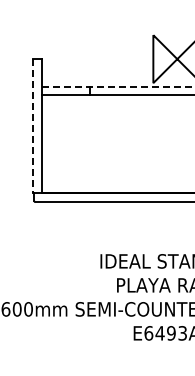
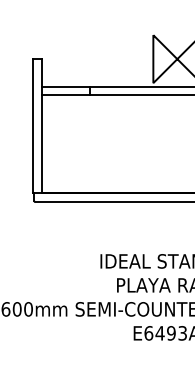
line at (117, 87): dashed -> solid
line at (33, 126): dashed -> solid
